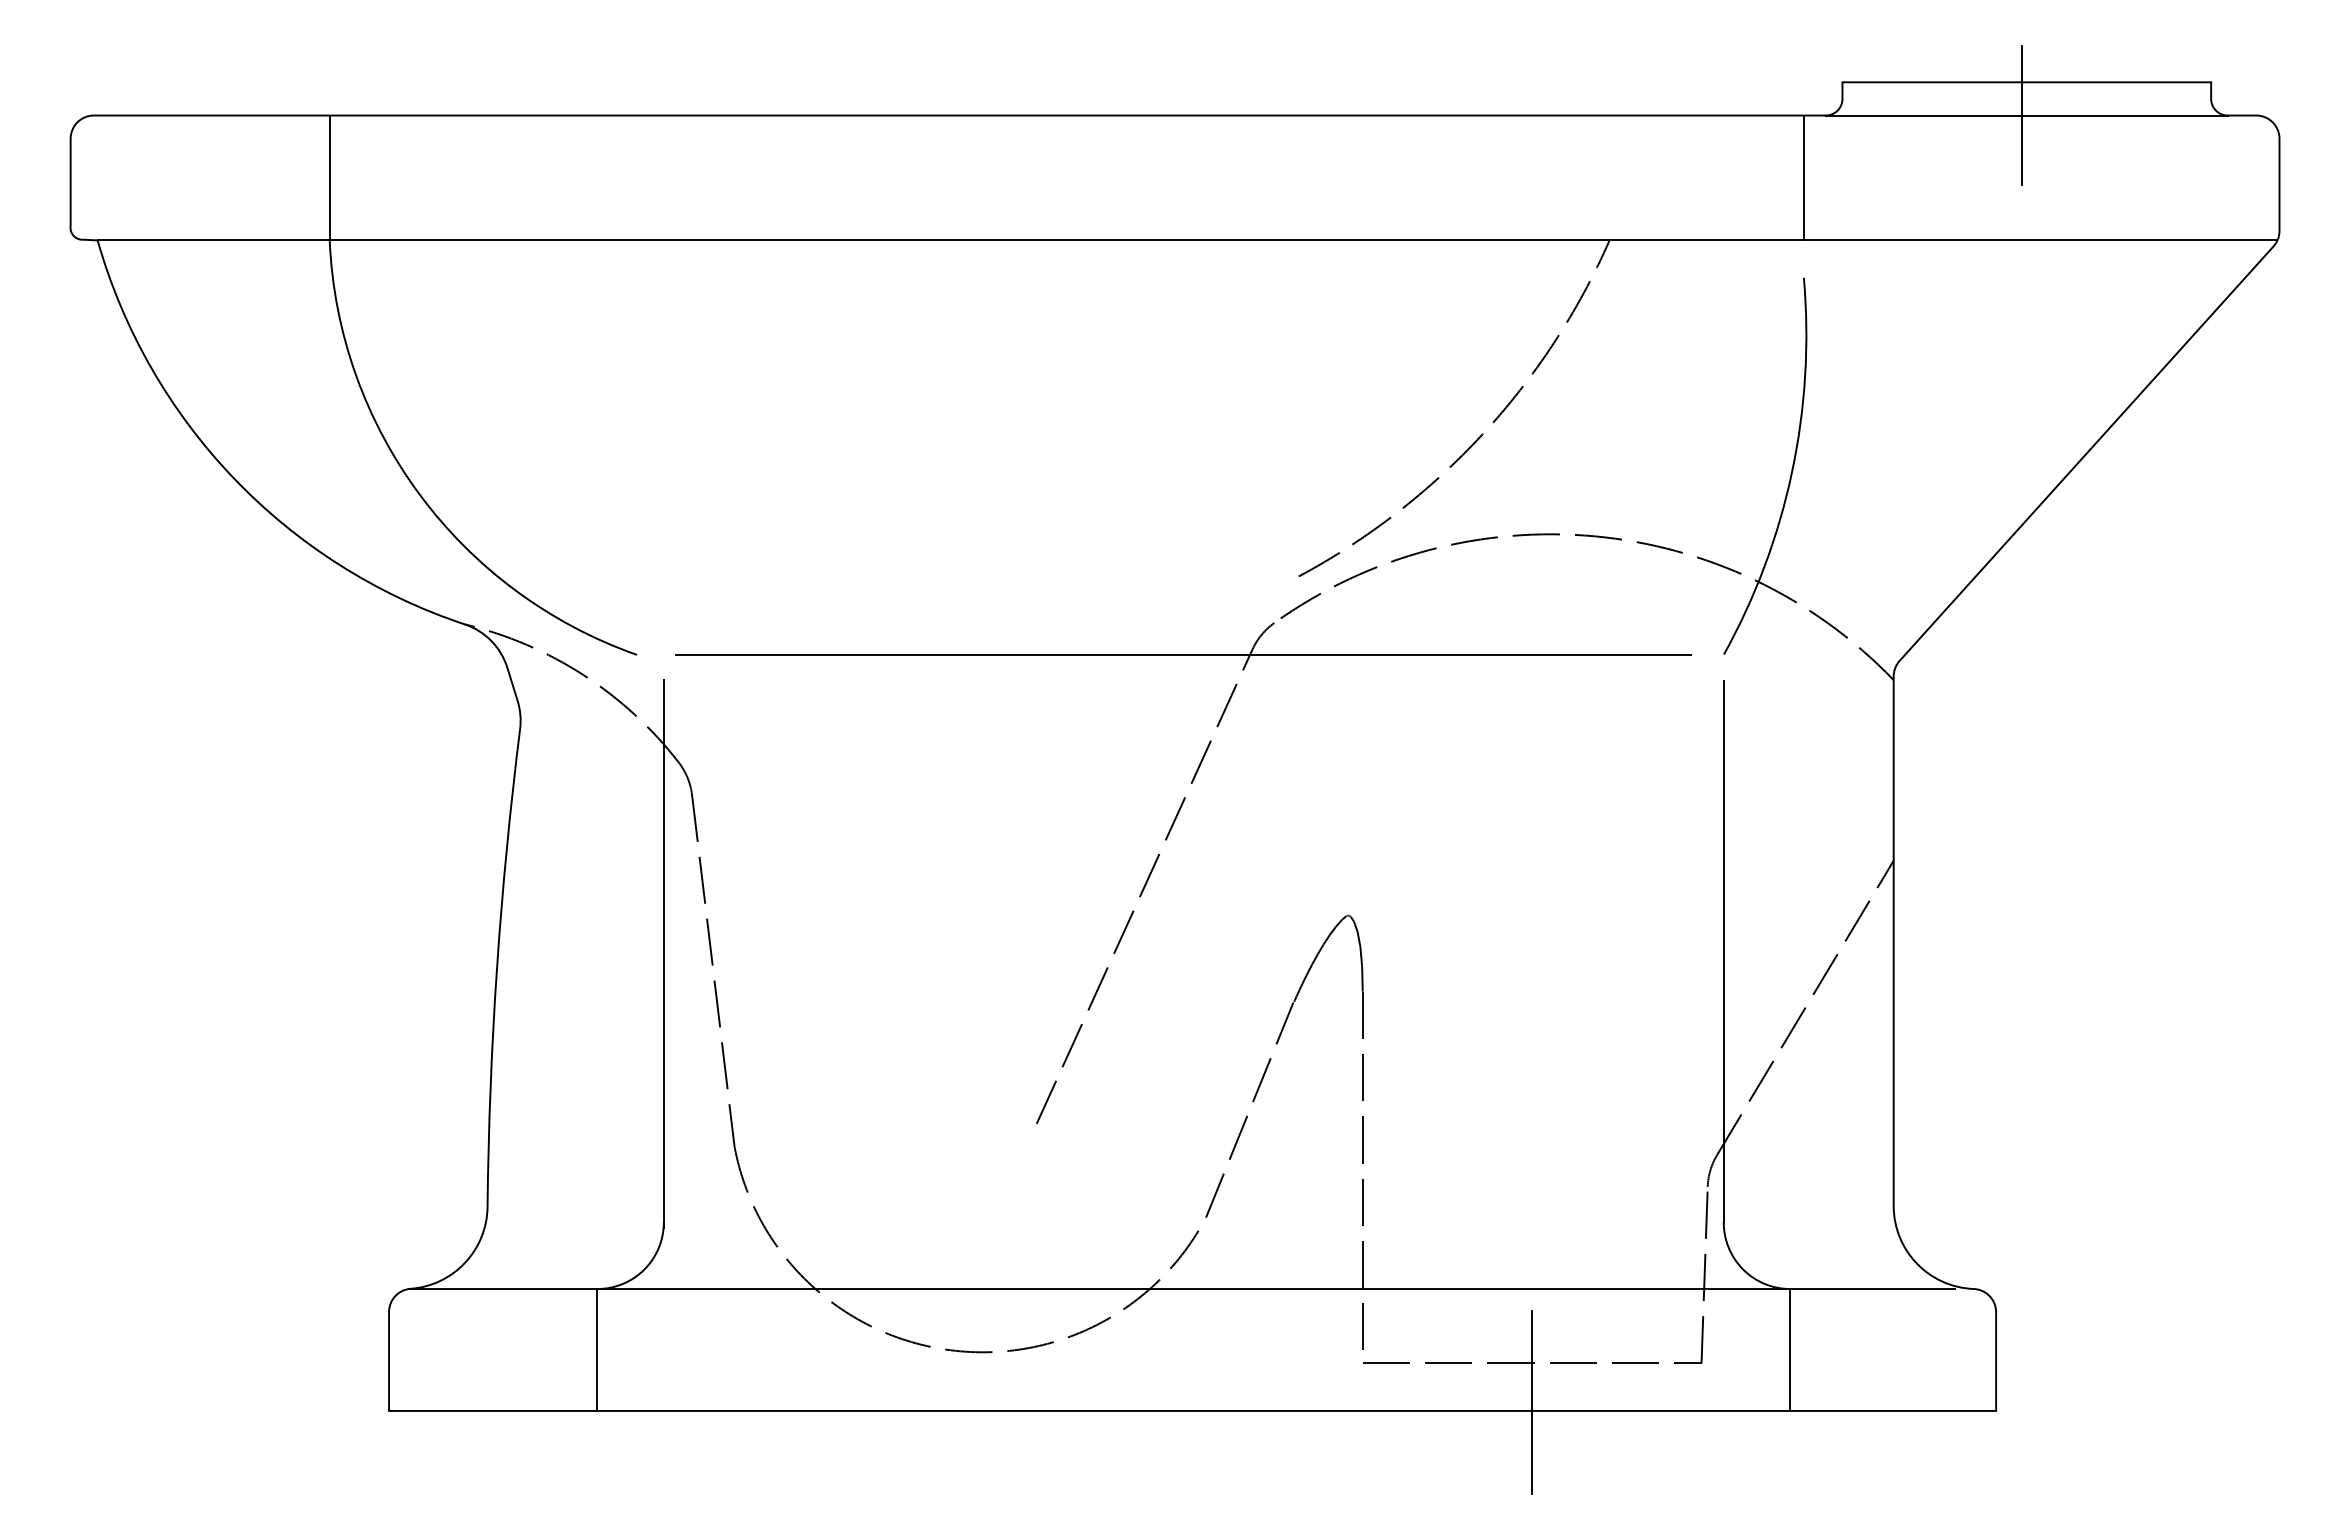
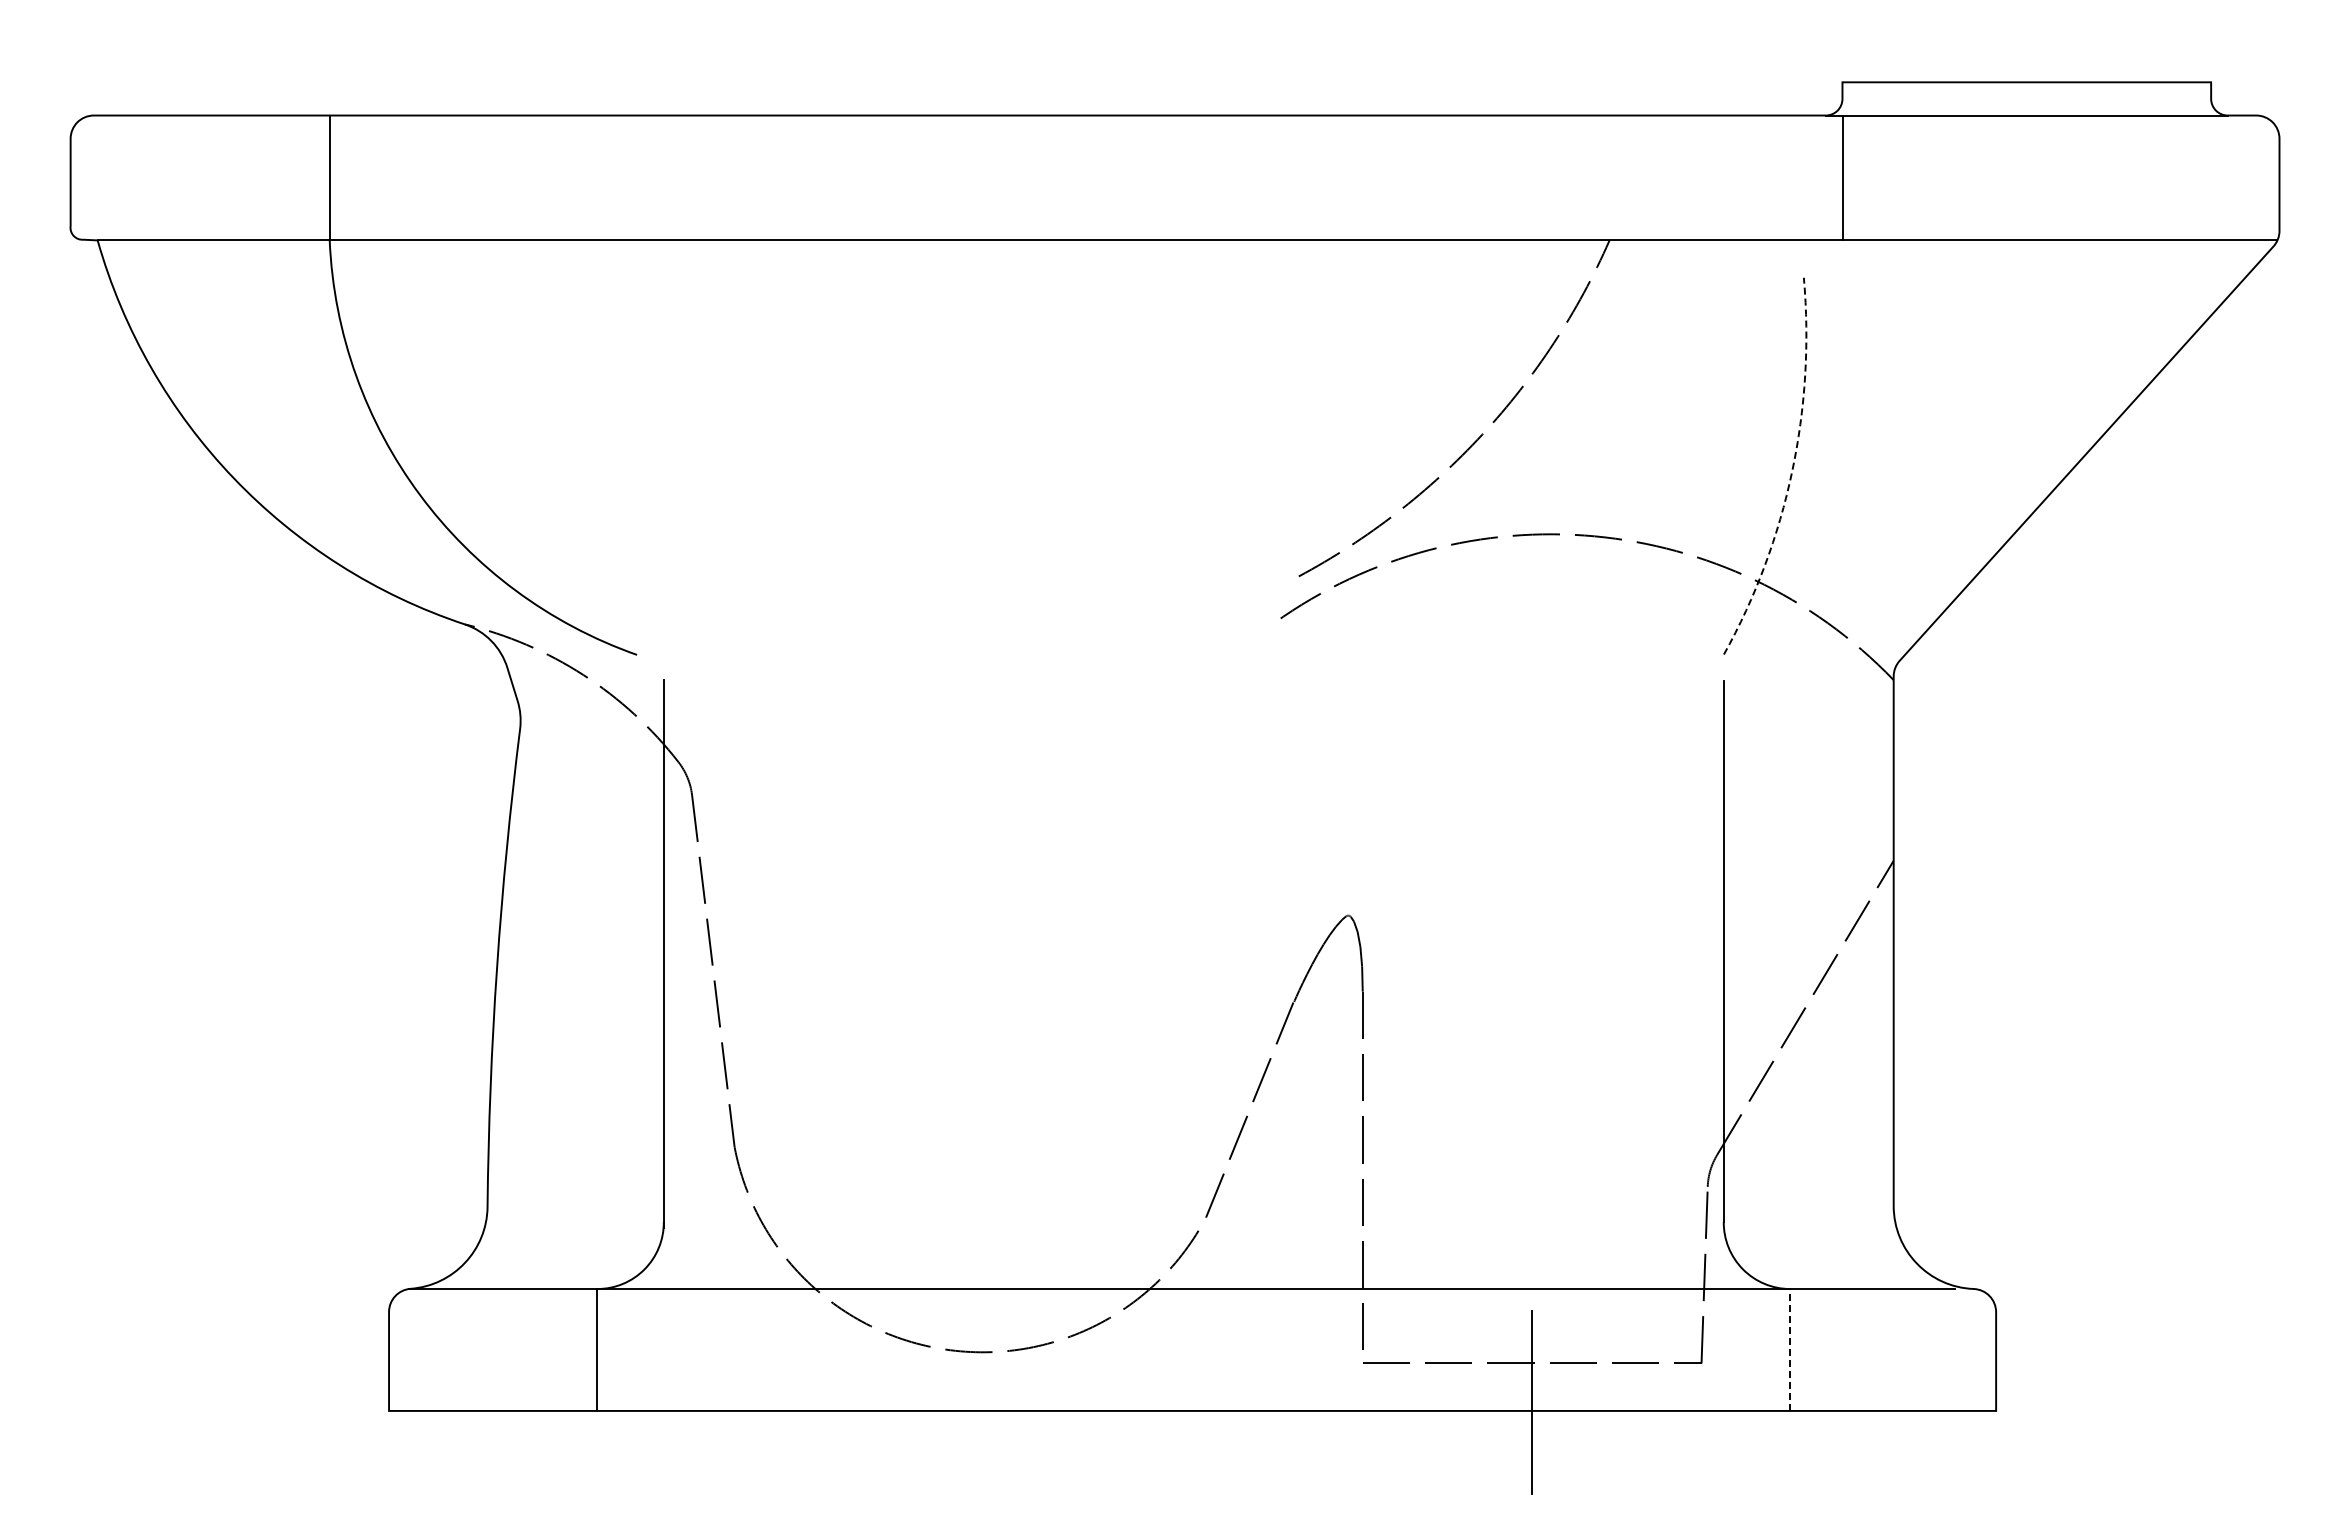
line at (2021, 115): present -> none
line at (1803, 177) position: (1803, 177) -> (1842, 177)
arc at (1792, 472): solid -> dashed
part at (1157, 861): present -> none
line at (1790, 1350): solid -> dashed
